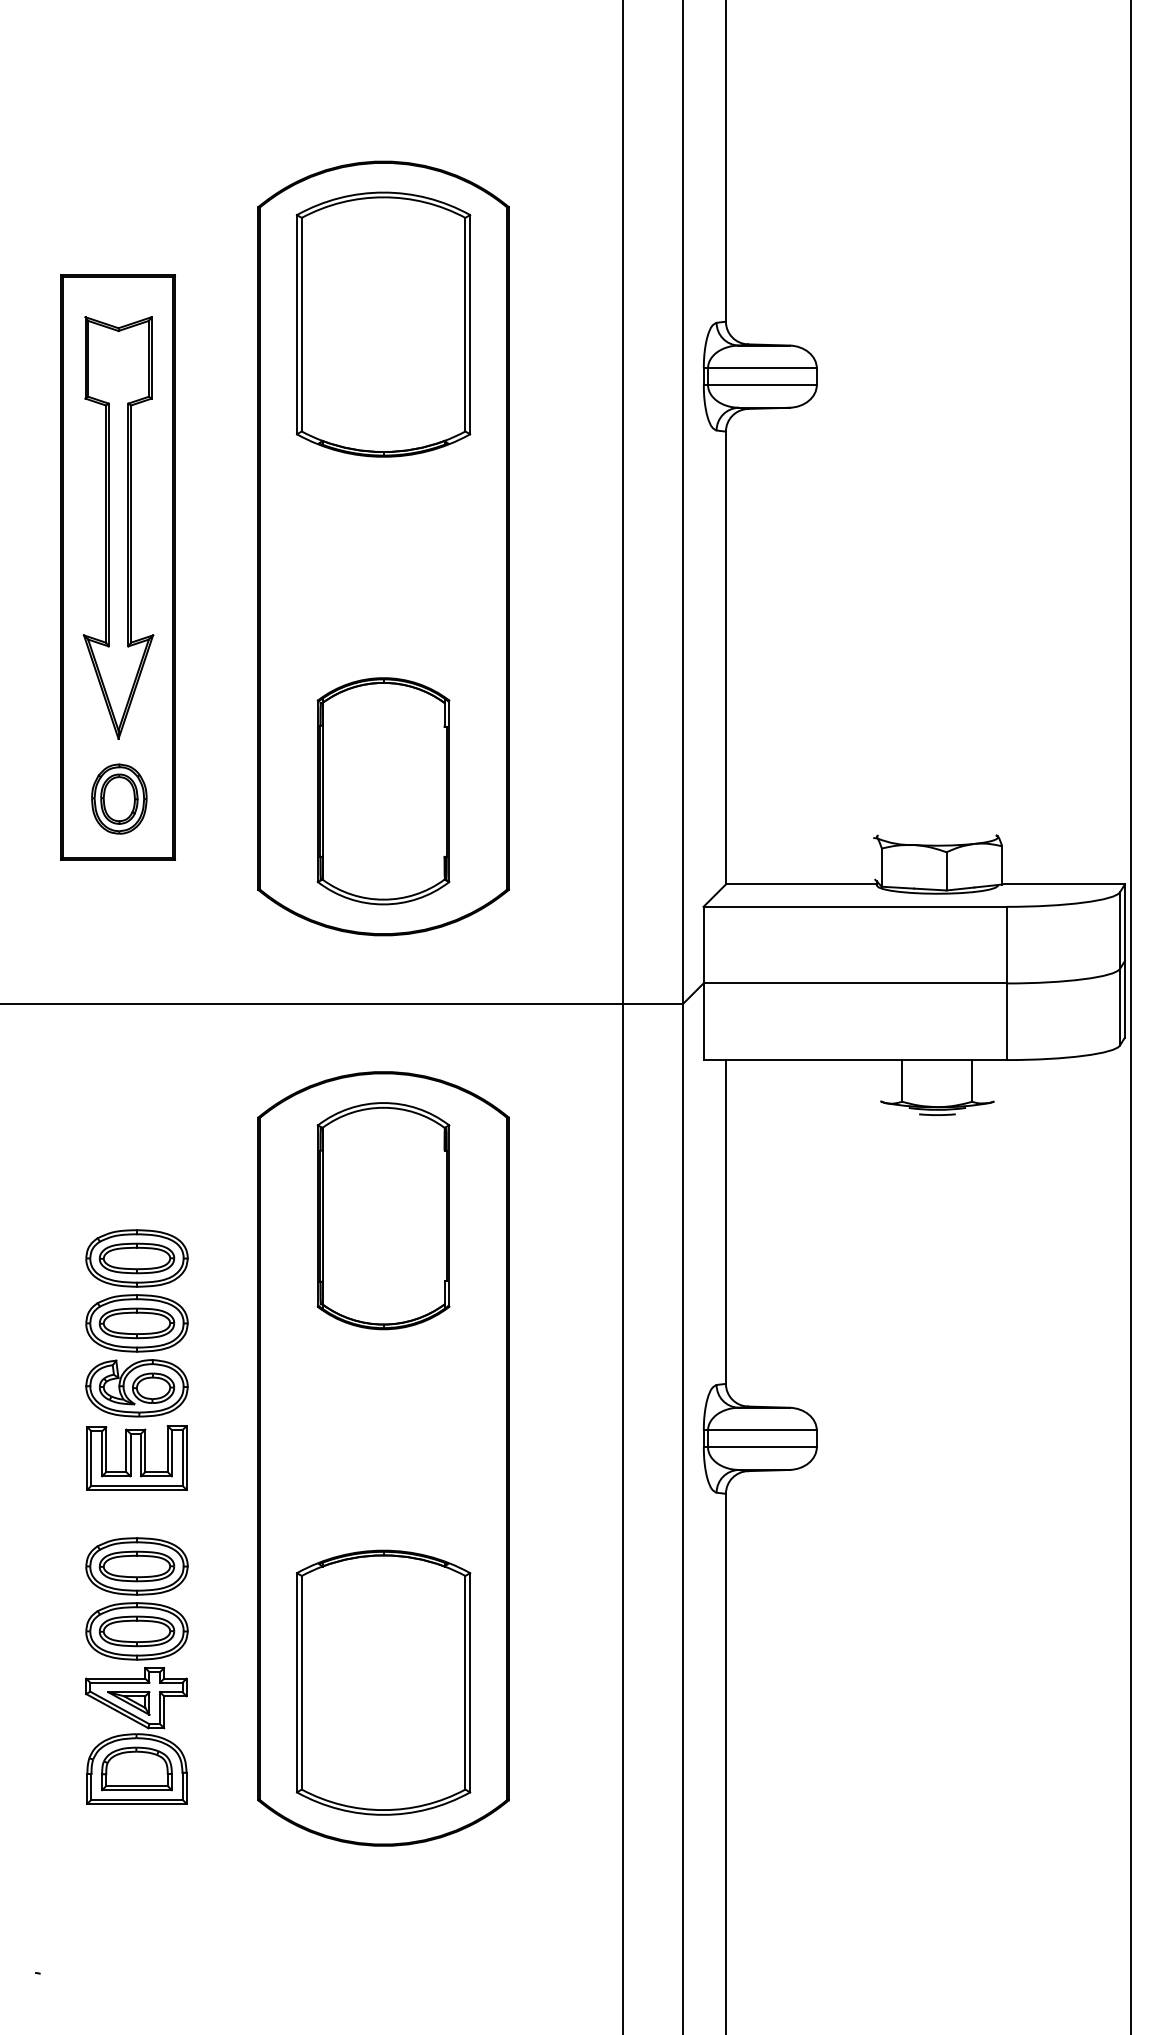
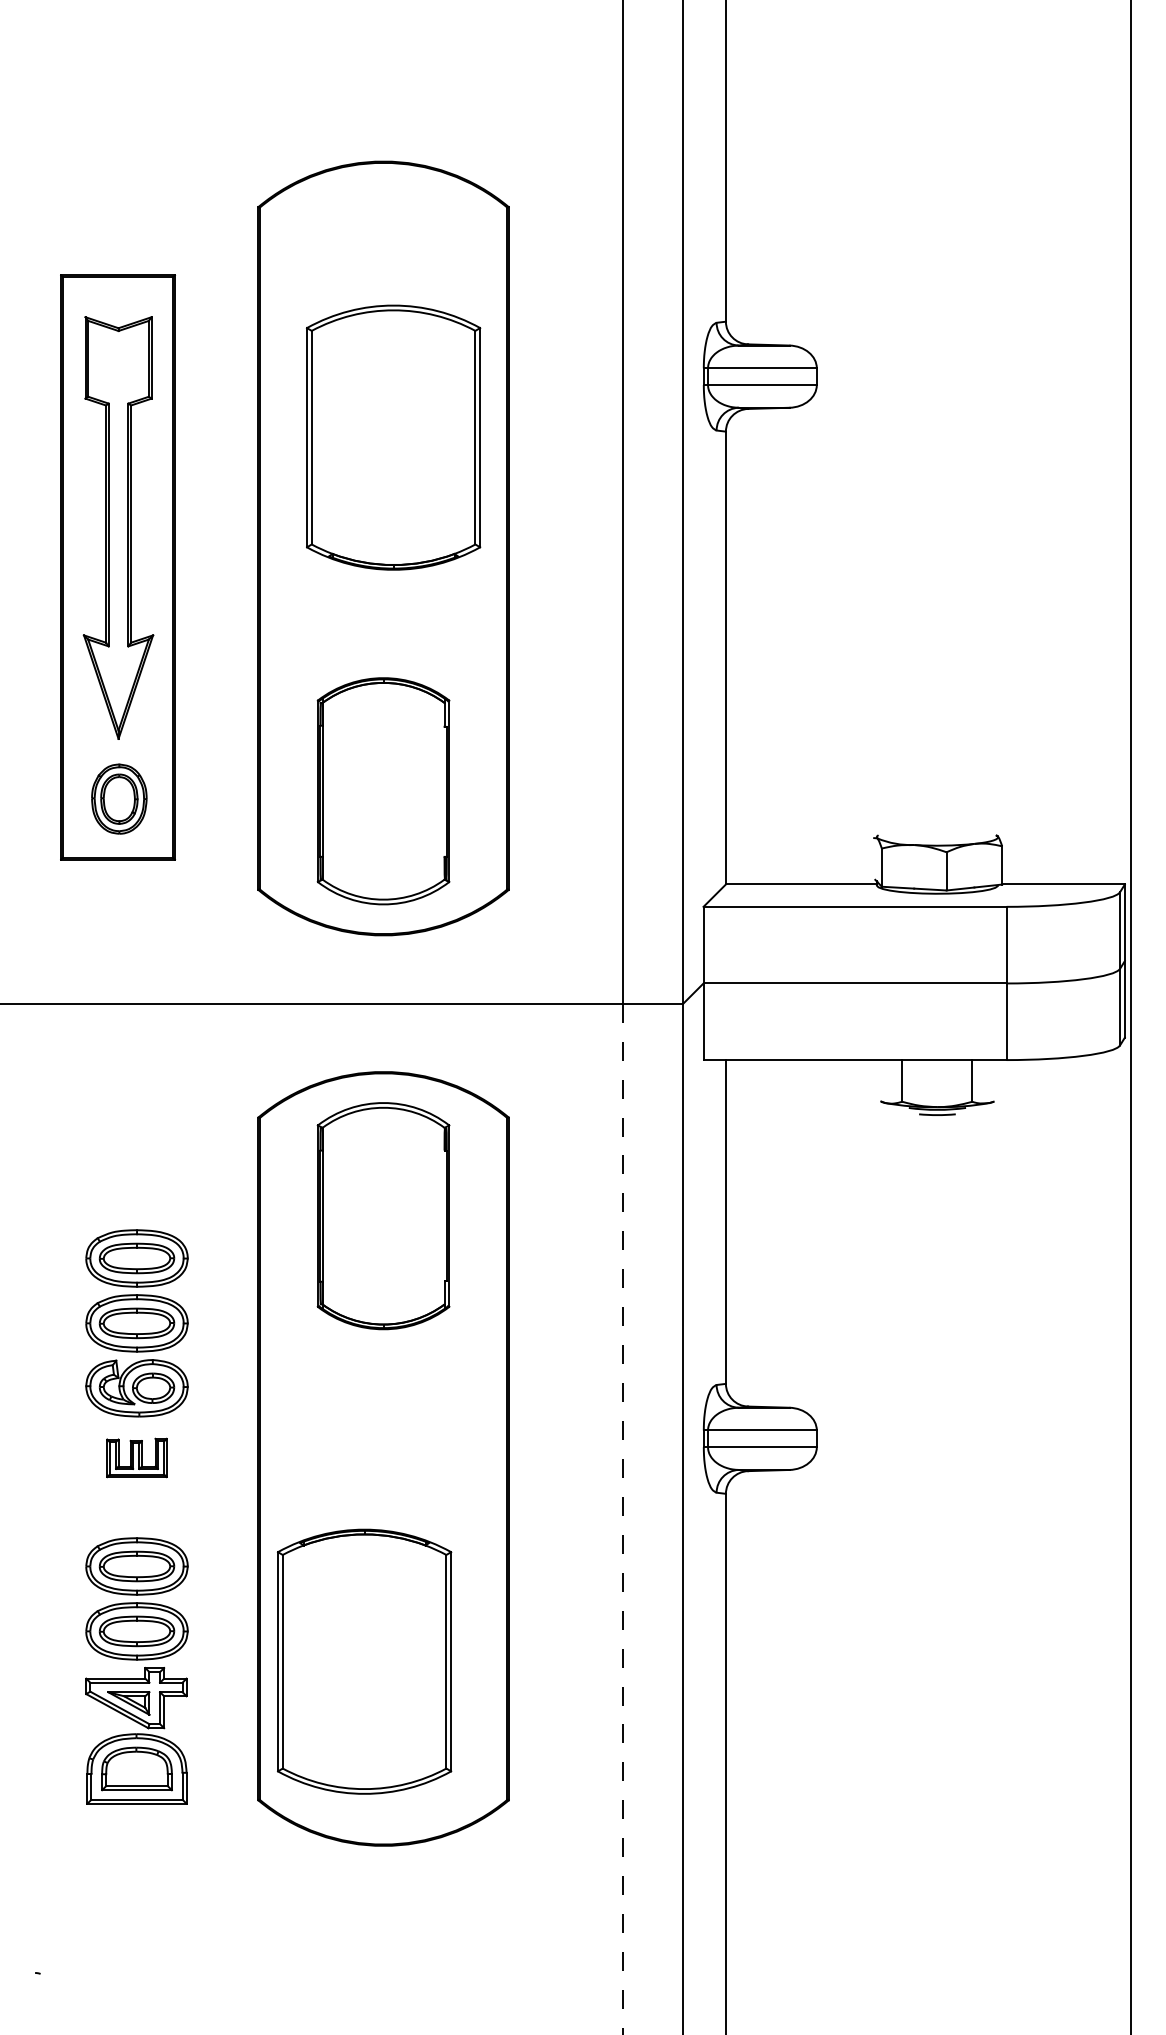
part at (383, 324) position: (383, 324) -> (393, 437)
part at (136, 1457) size: 102x66 px -> 62x42 px
line at (622, 1519): solid -> dashed
part at (383, 1682) position: (383, 1682) -> (364, 1661)
